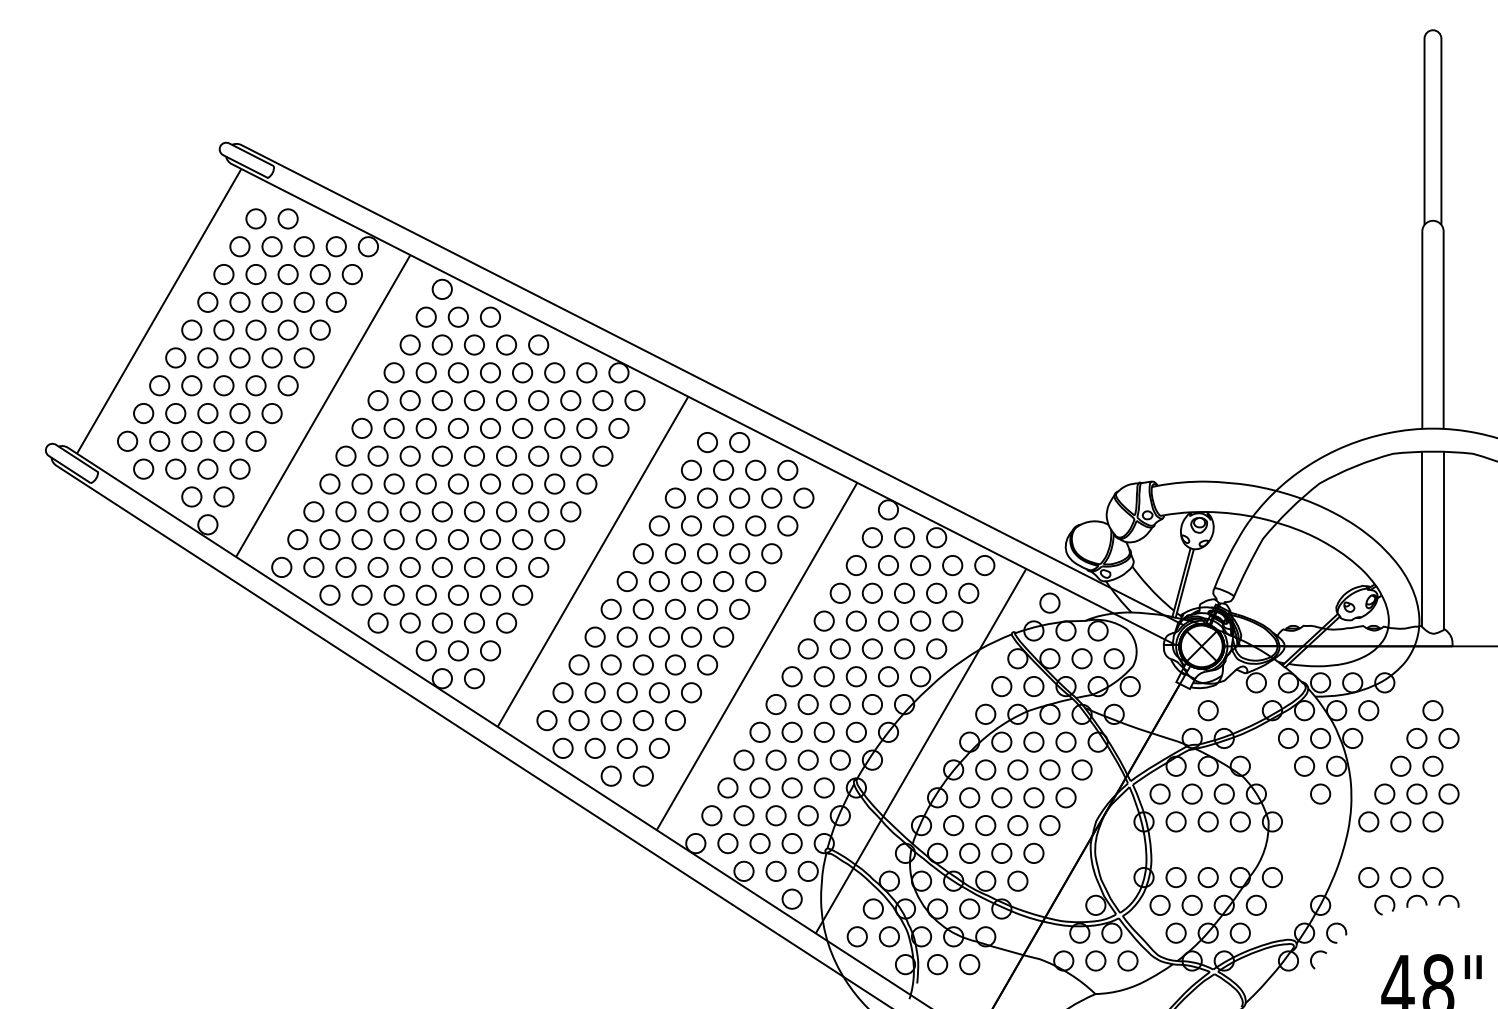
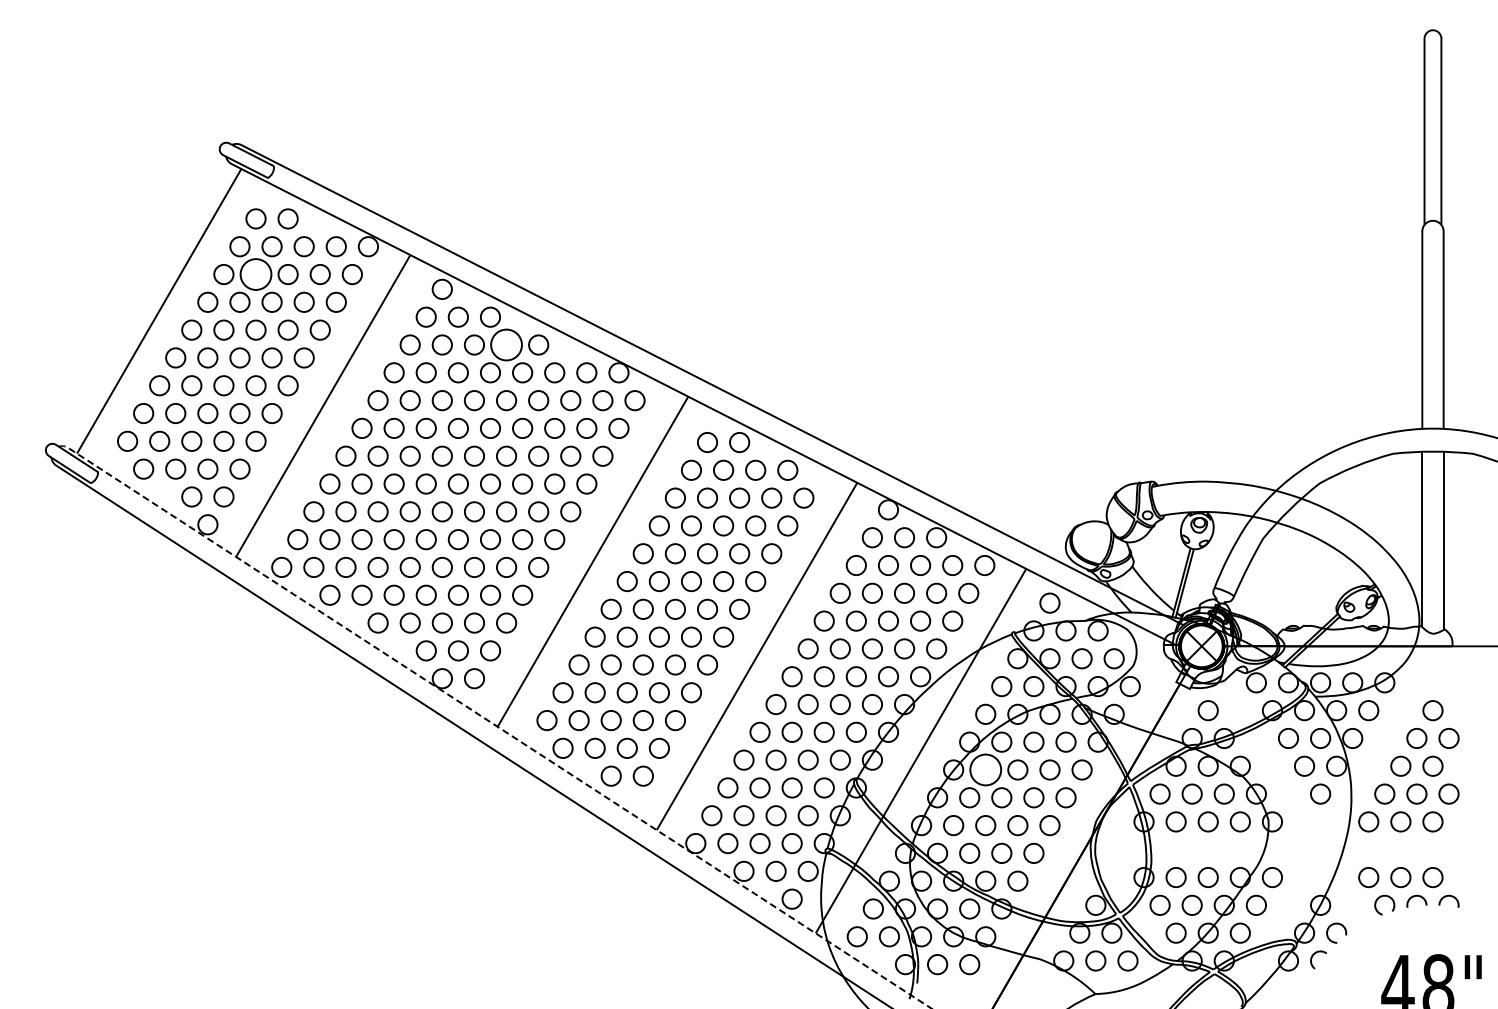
circle at (255, 274) diameter: 19 px -> 31 px
circle at (506, 344) diameter: 19 px -> 31 px
line at (493, 724): solid -> dashed
circle at (985, 769) diameter: 19 px -> 31 px
